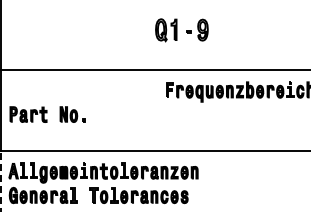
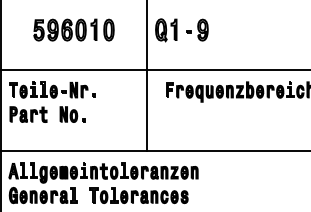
part at (73, 29): none -> present
line at (147, 76): none -> present
part at (52, 89): none -> present
line at (1, 180): dashed -> solid
